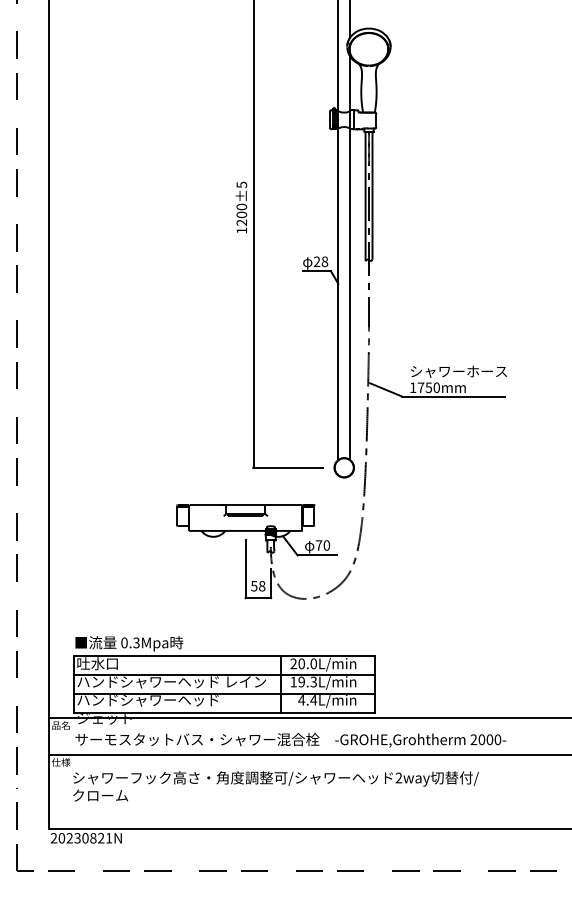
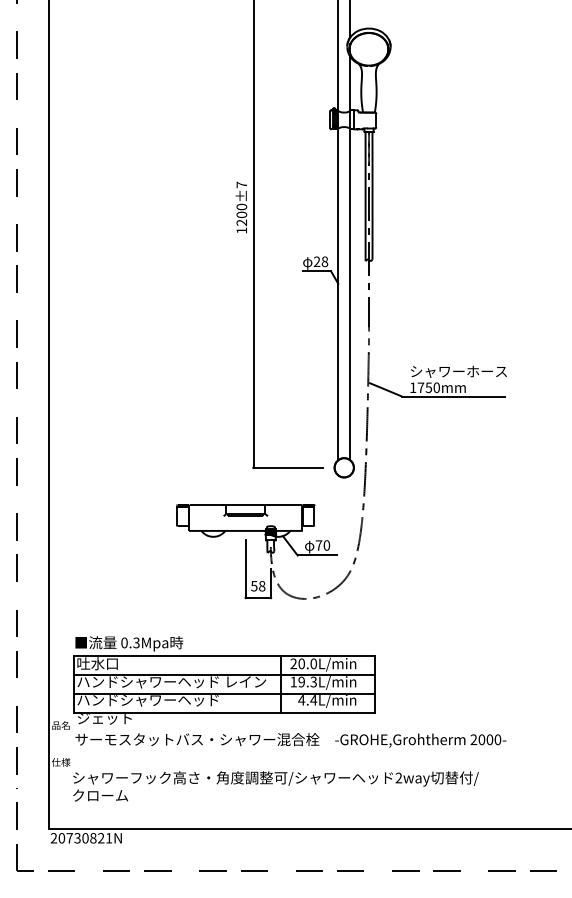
text at (241, 184): 1200±5 -> 1200±7
line at (308, 718): present -> none
line at (308, 755): present -> none
text at (69, 838): 20230821N -> 20730821N
